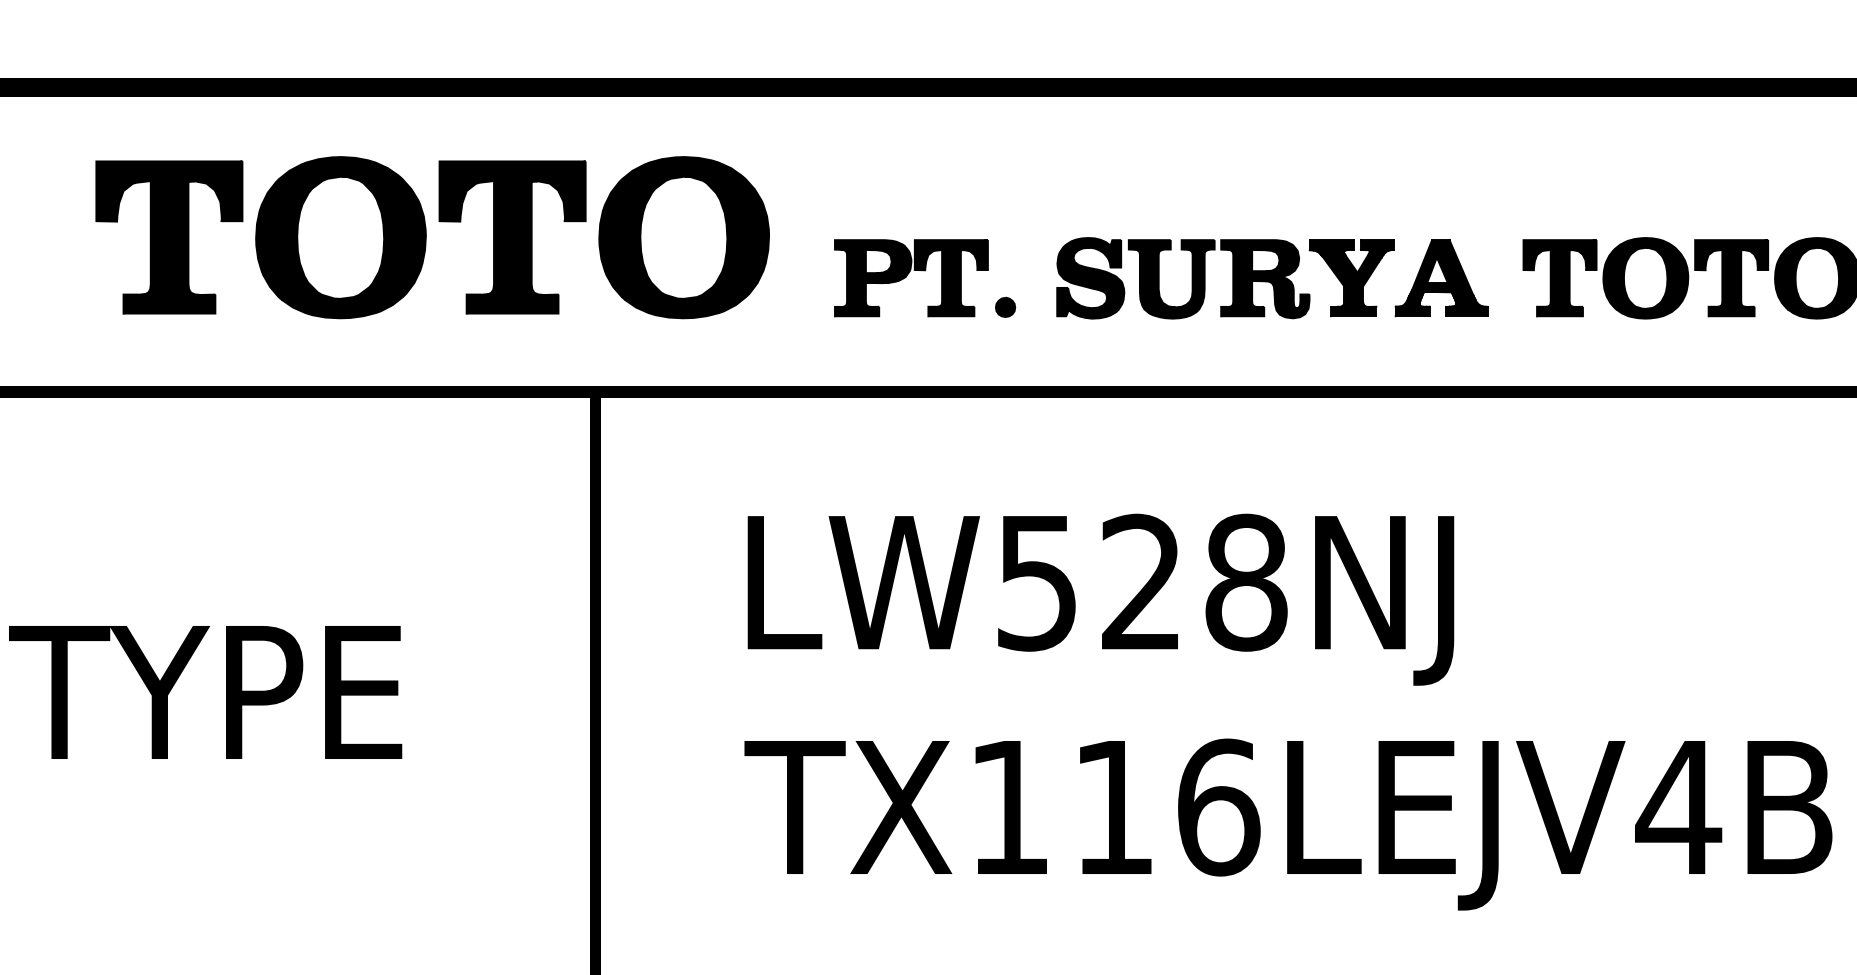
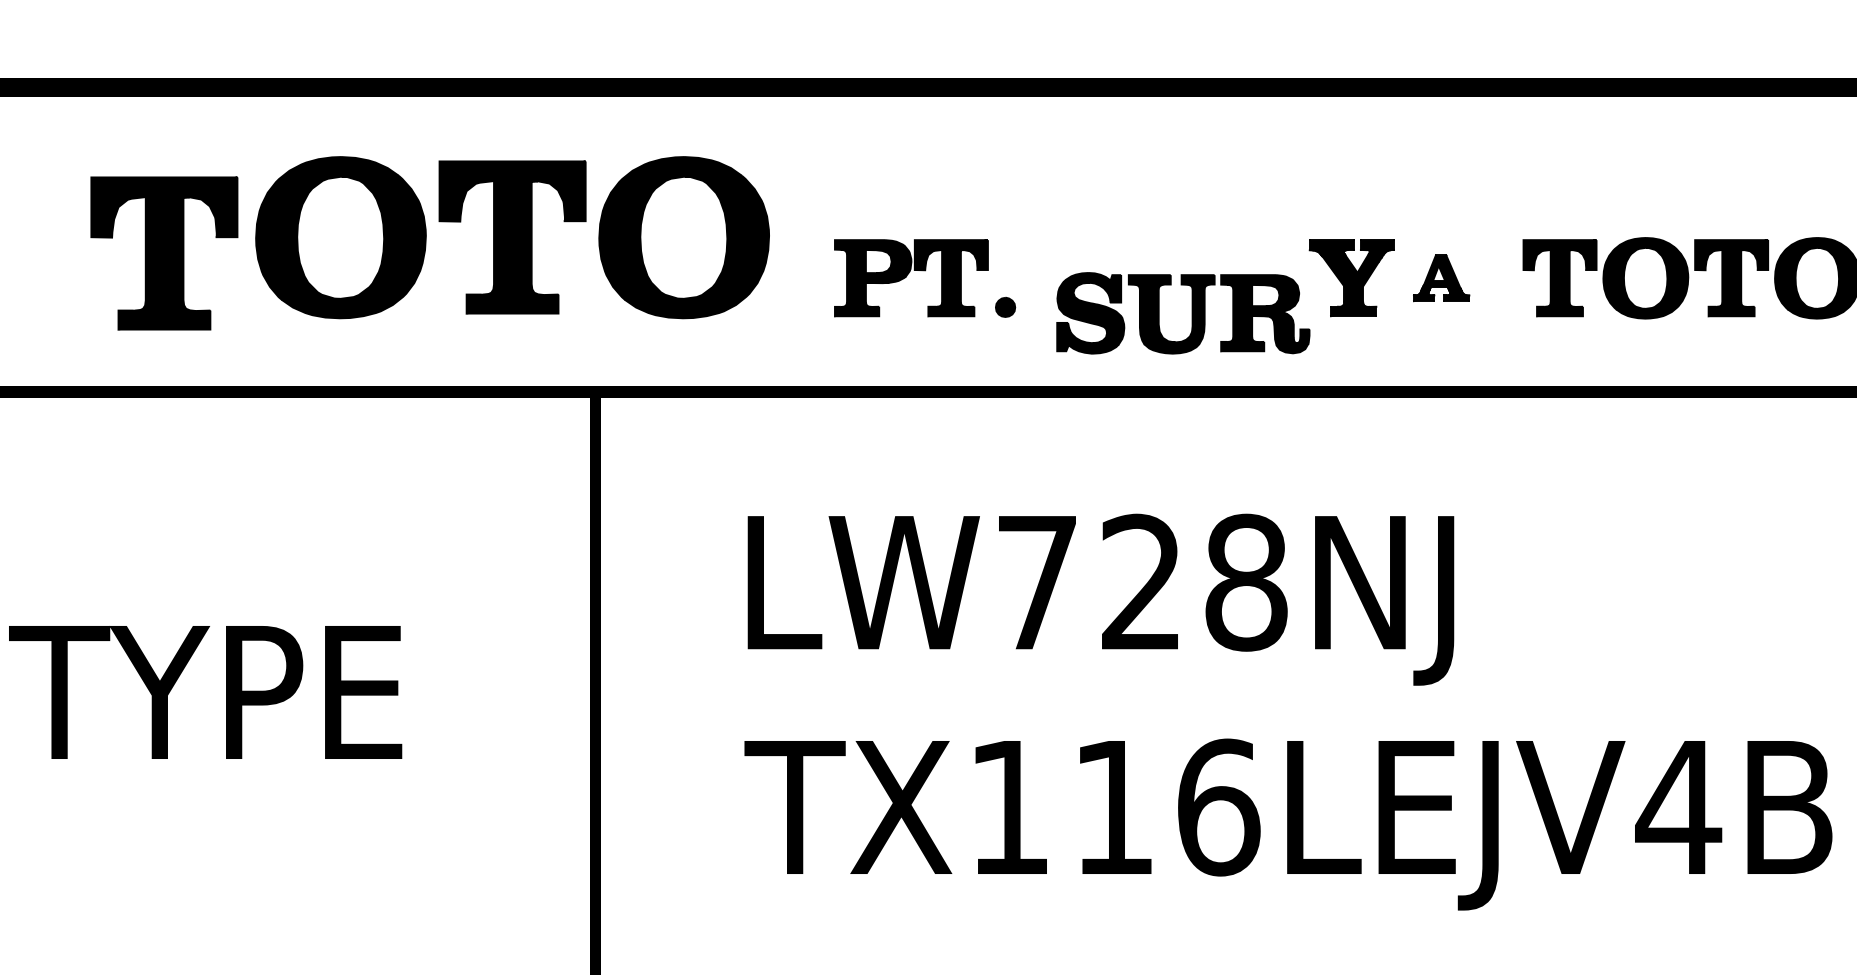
part at (169, 237) position: (169, 237) -> (164, 253)
part at (1191, 278) position: (1191, 278) -> (1191, 313)
part at (1441, 278) size: 95x79 px -> 58x49 px
text at (1036, 583): LW528NJ -> LW728NJ
